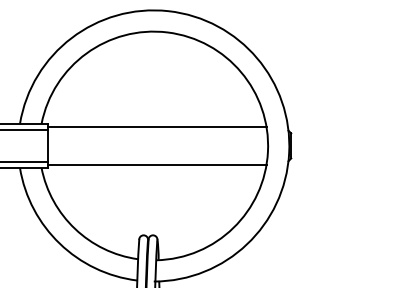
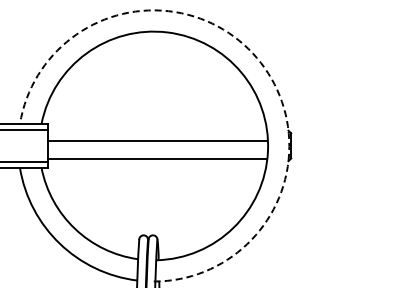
arc at (257, 58): solid -> dashed
line at (156, 127) position: (156, 127) -> (156, 141)
line at (156, 164) position: (156, 164) -> (156, 158)
